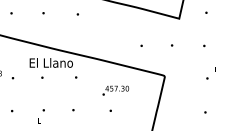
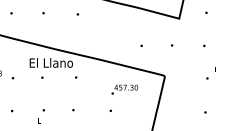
text at (115, 90) position: (115, 90) -> (124, 89)
